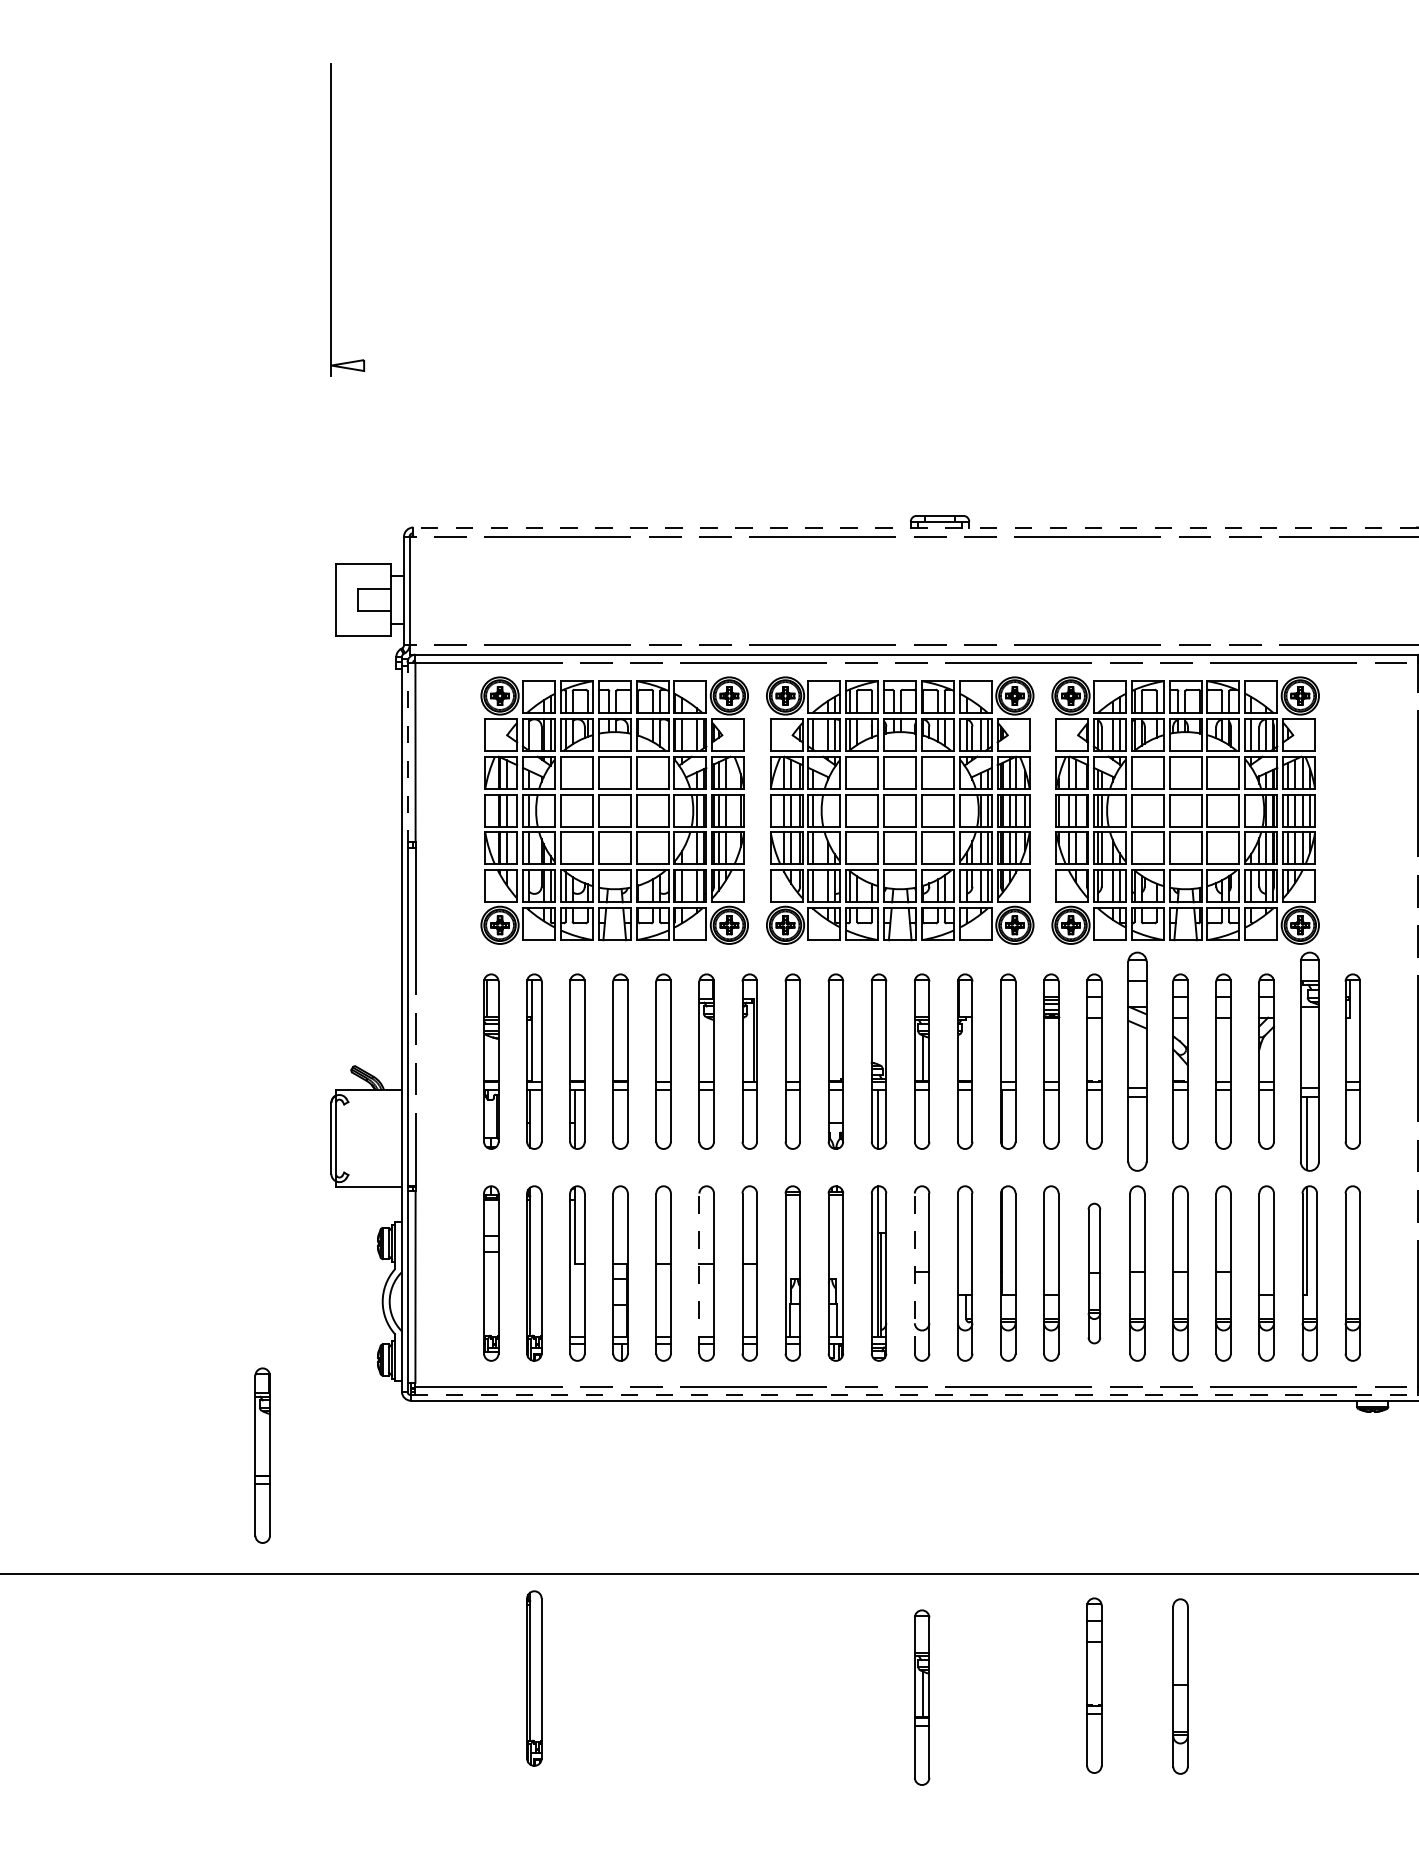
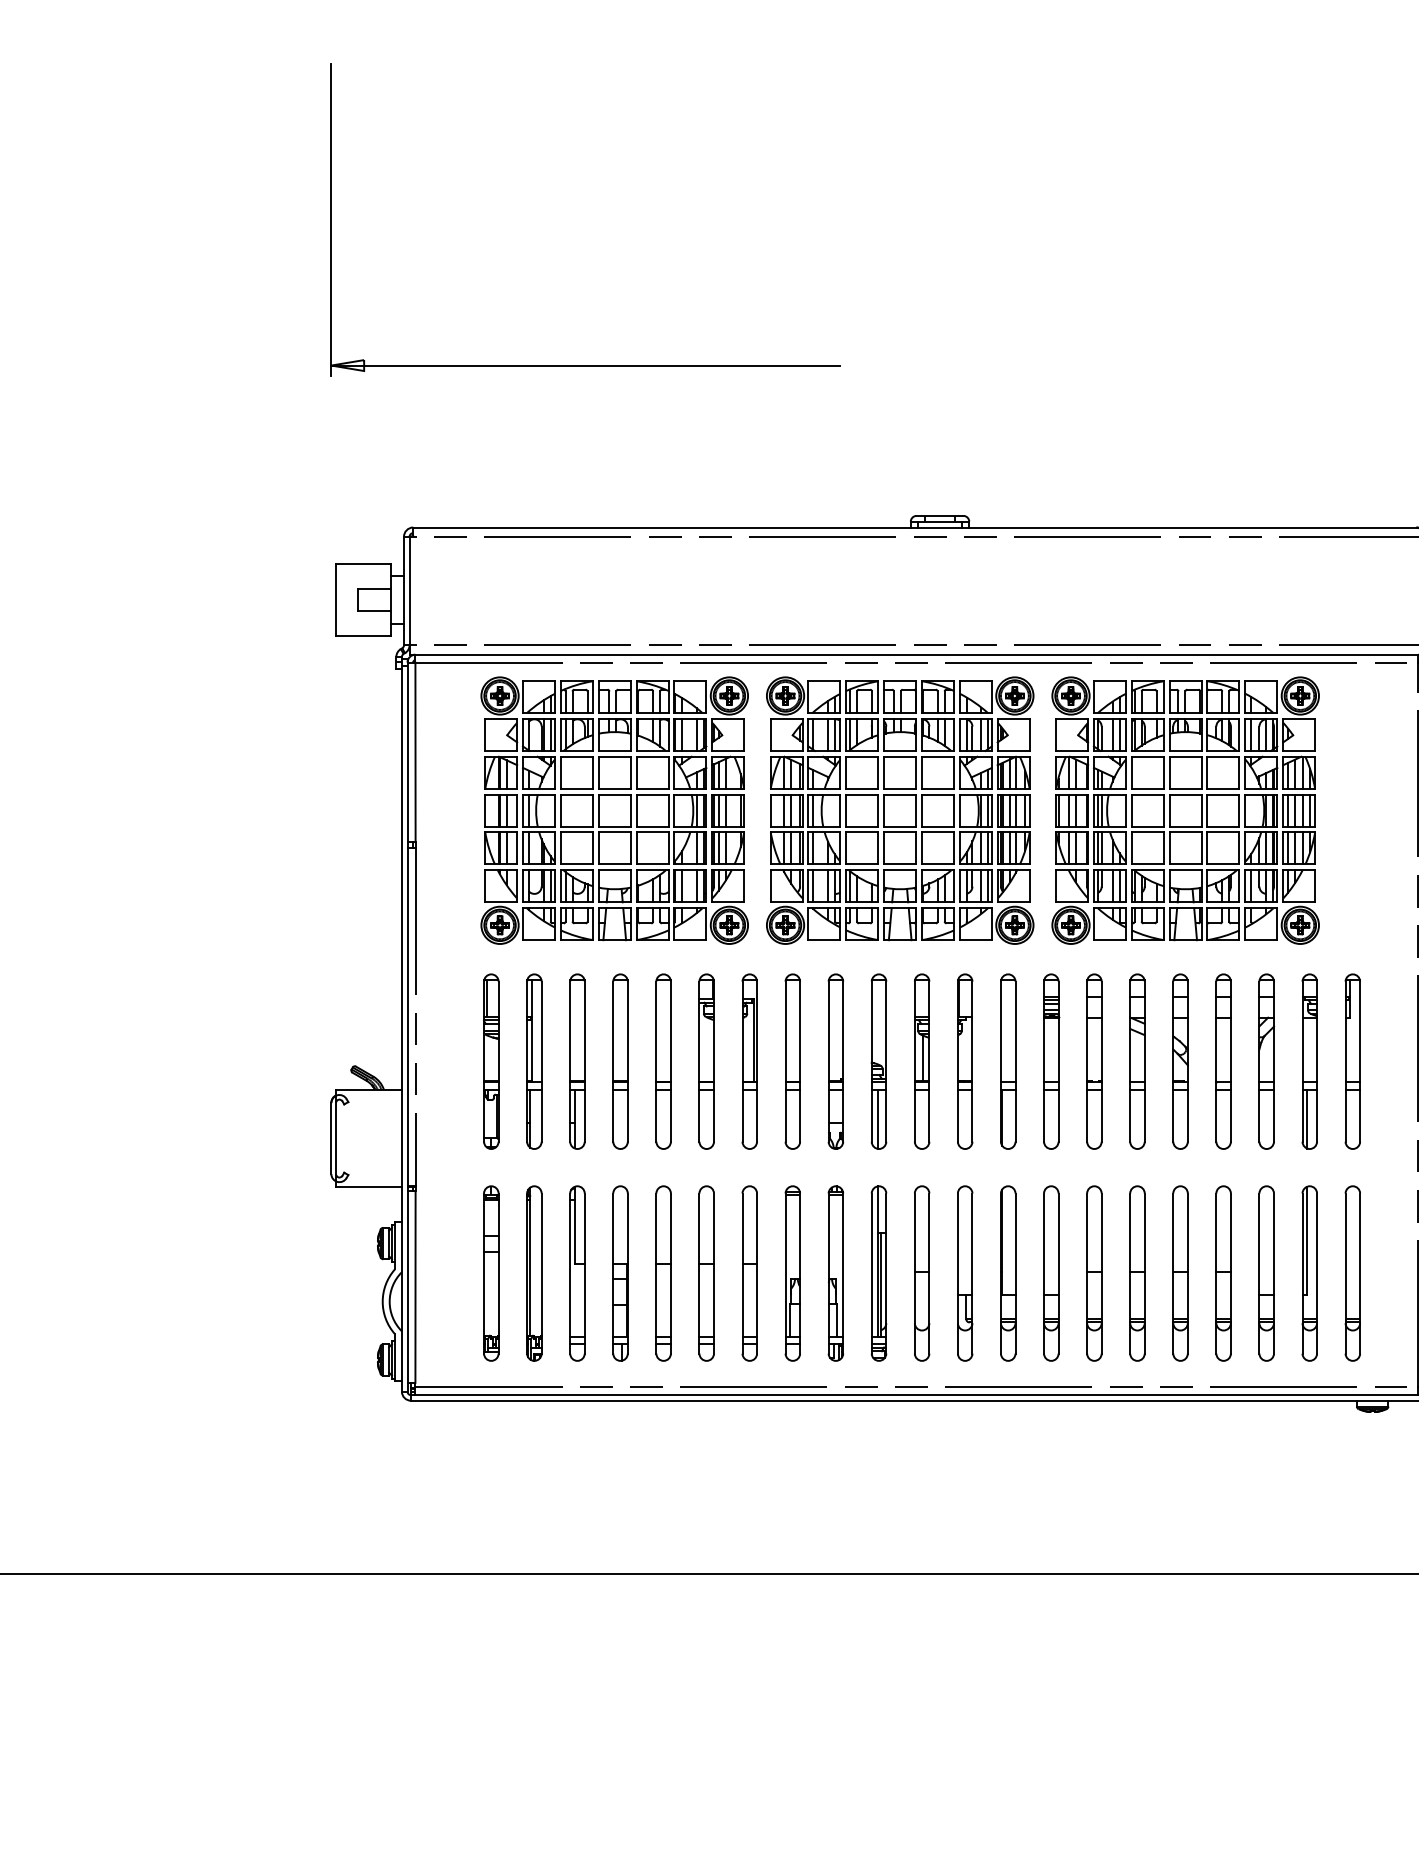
line at (585, 365): none -> present
line at (915, 527): dashed -> solid
line at (407, 753): dashed -> solid
part at (1137, 1061) size: 21x221 px -> 17x177 px
part at (1309, 1061) size: 21x221 px -> 17x177 px
line at (699, 1273): dashed -> solid
line at (914, 1273): dashed -> solid
part at (1094, 1273) size: 15x143 px -> 17x177 px
line at (914, 1395): dashed -> solid
part at (262, 1455): present -> none
part at (534, 1678): present -> none
part at (1094, 1685): present -> none
part at (1180, 1686): present -> none
part at (922, 1697): present -> none
